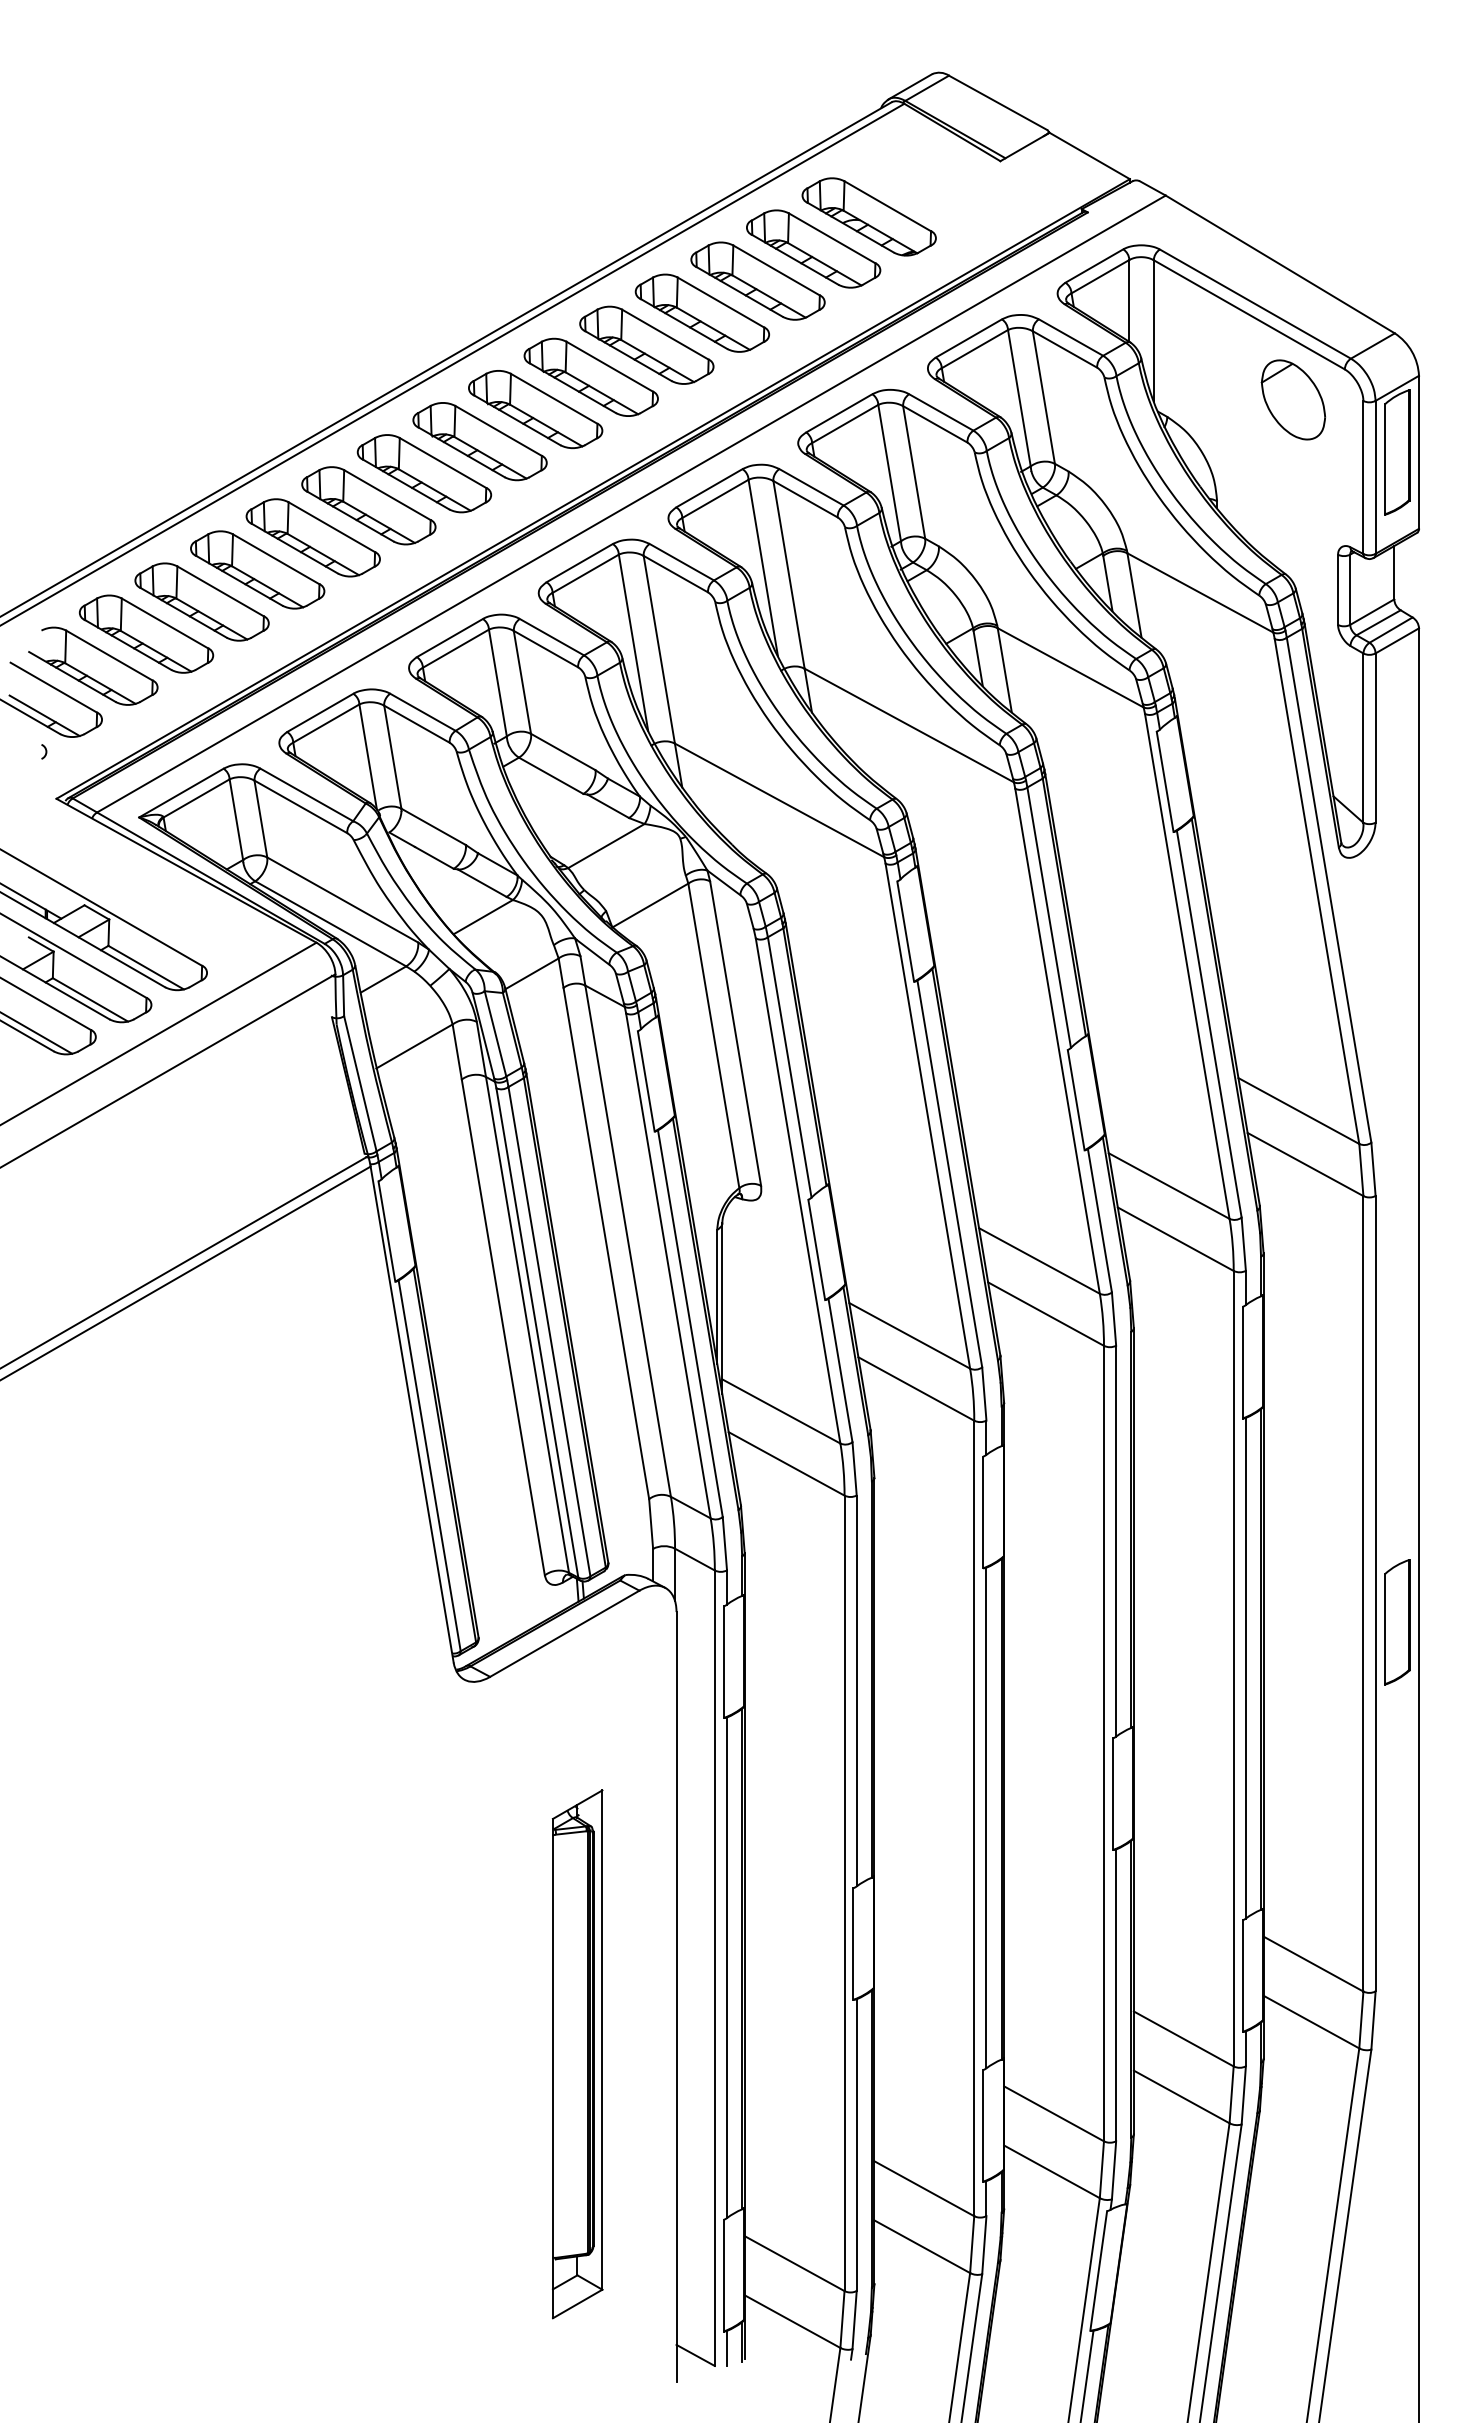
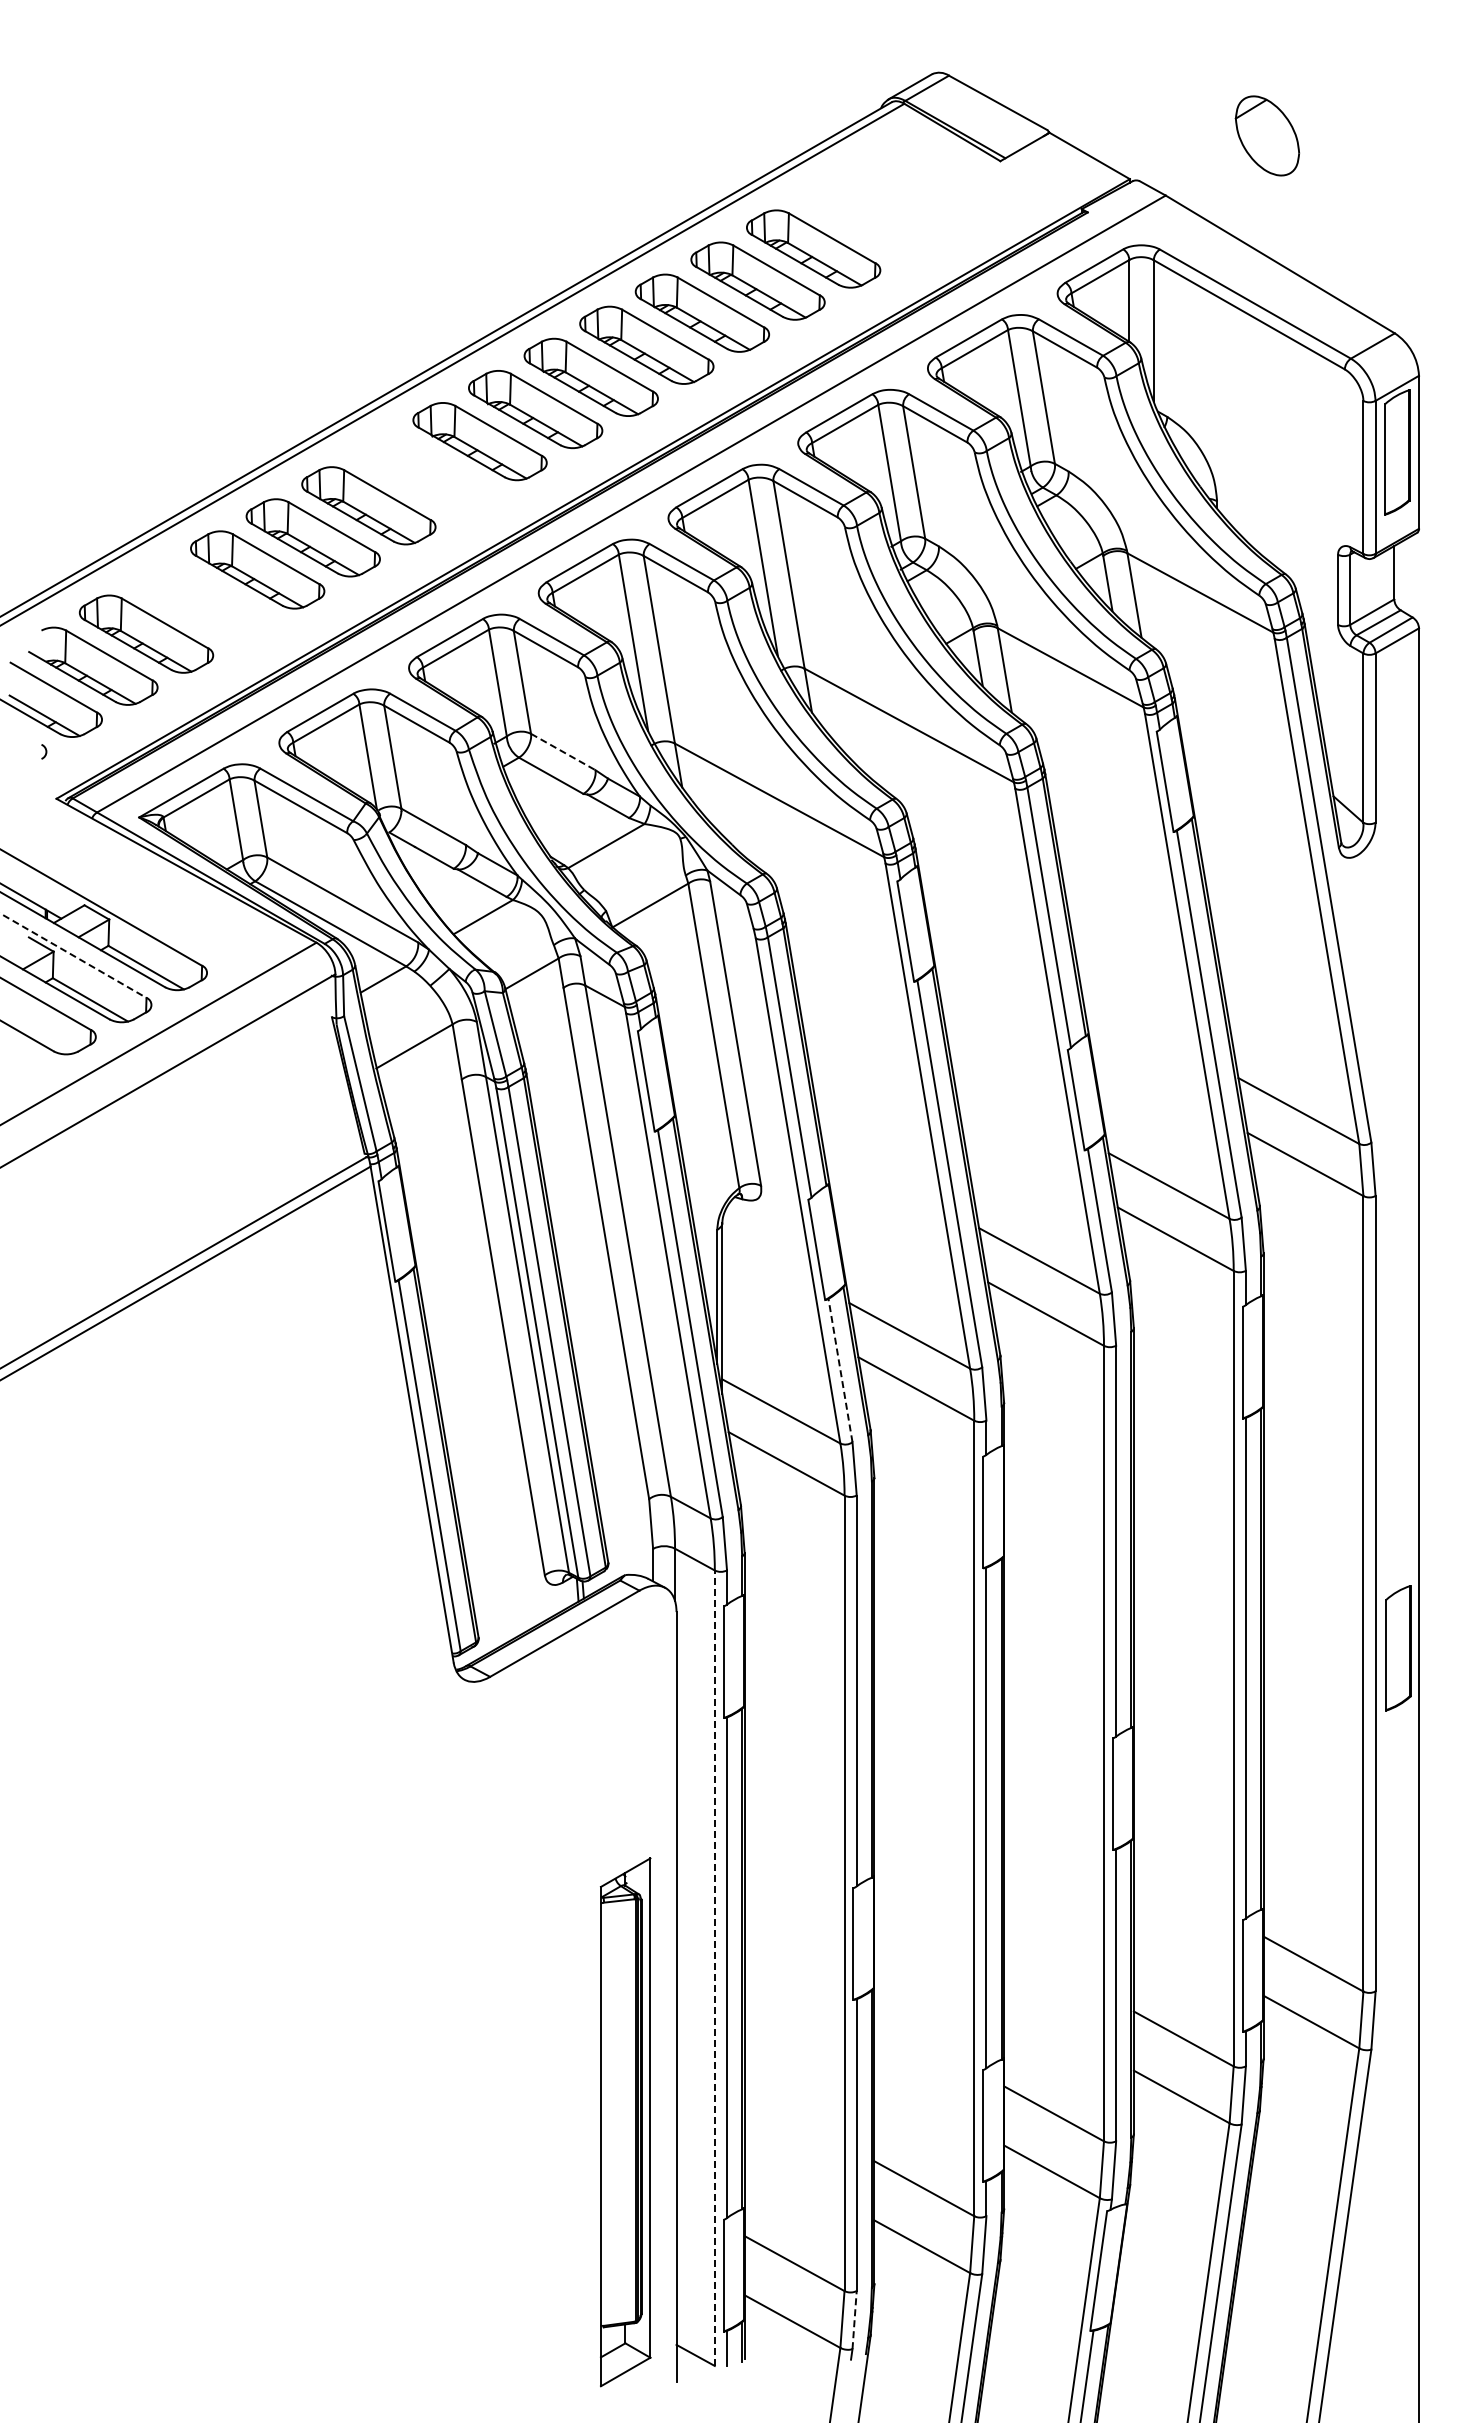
part at (868, 216): present -> none
part at (1293, 399) position: (1293, 399) -> (1267, 135)
part at (424, 473): present -> none
part at (201, 601): present -> none
line at (563, 752): solid -> dashed
line at (73, 956): solid -> dashed
line at (37, 1033): present -> none
line at (840, 1370): solid -> dashed
part at (1397, 1622) position: (1397, 1622) -> (1398, 1648)
line at (714, 1968): solid -> dashed
part at (577, 2054) position: (577, 2054) -> (625, 2122)
line at (854, 2319): solid -> dashed
